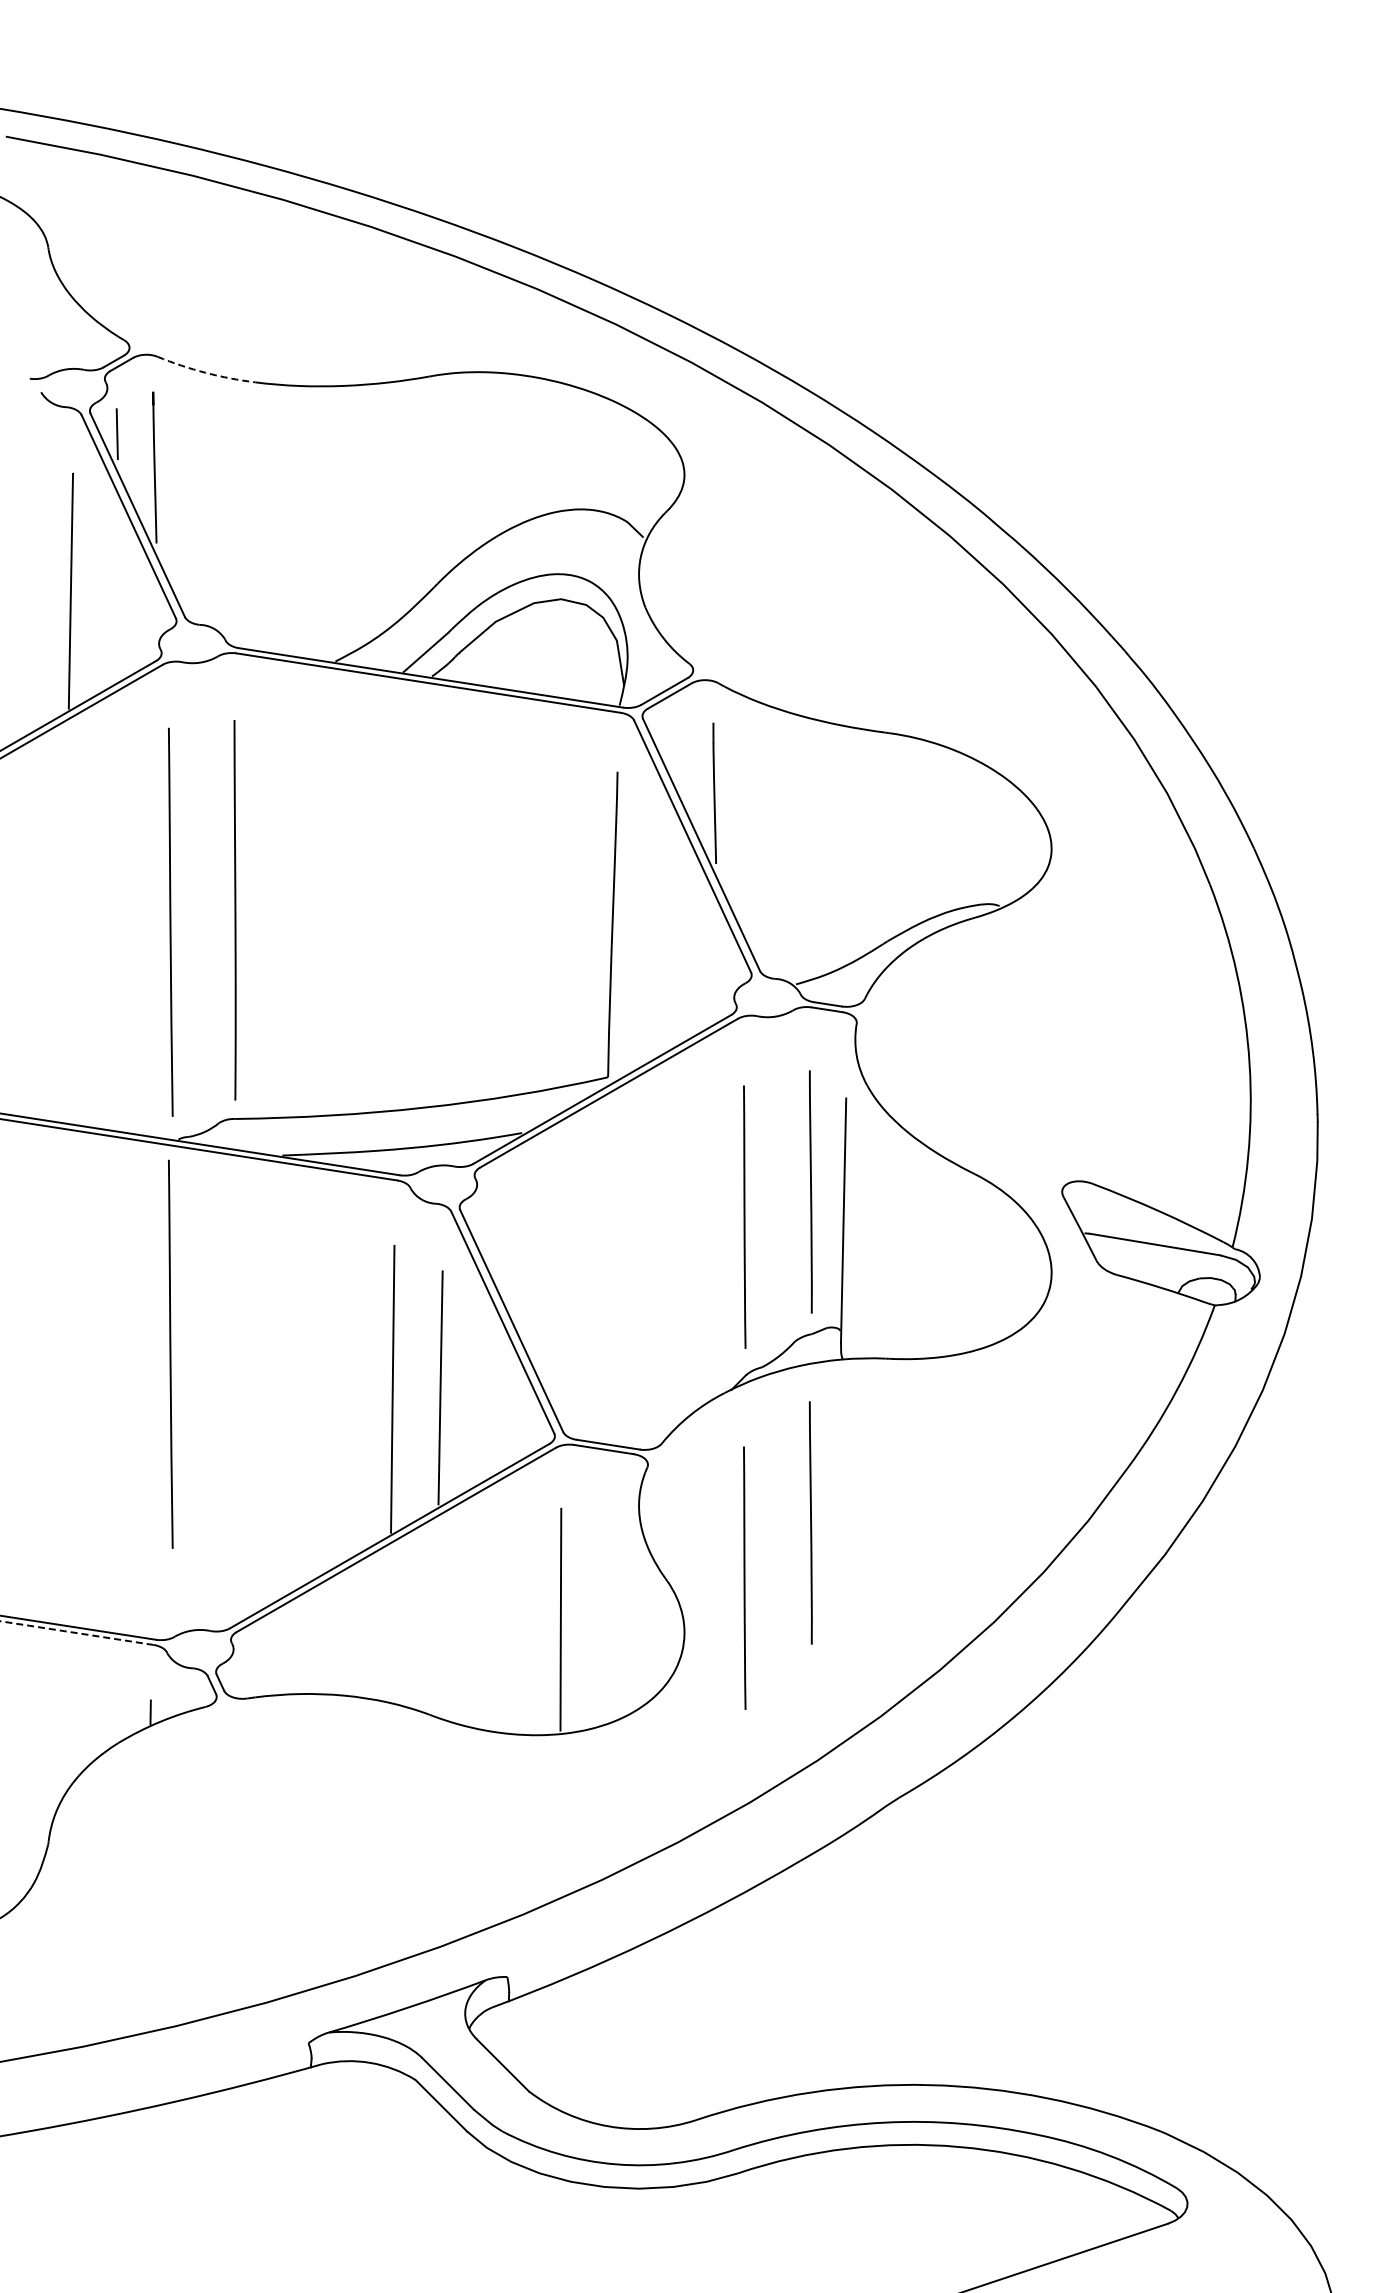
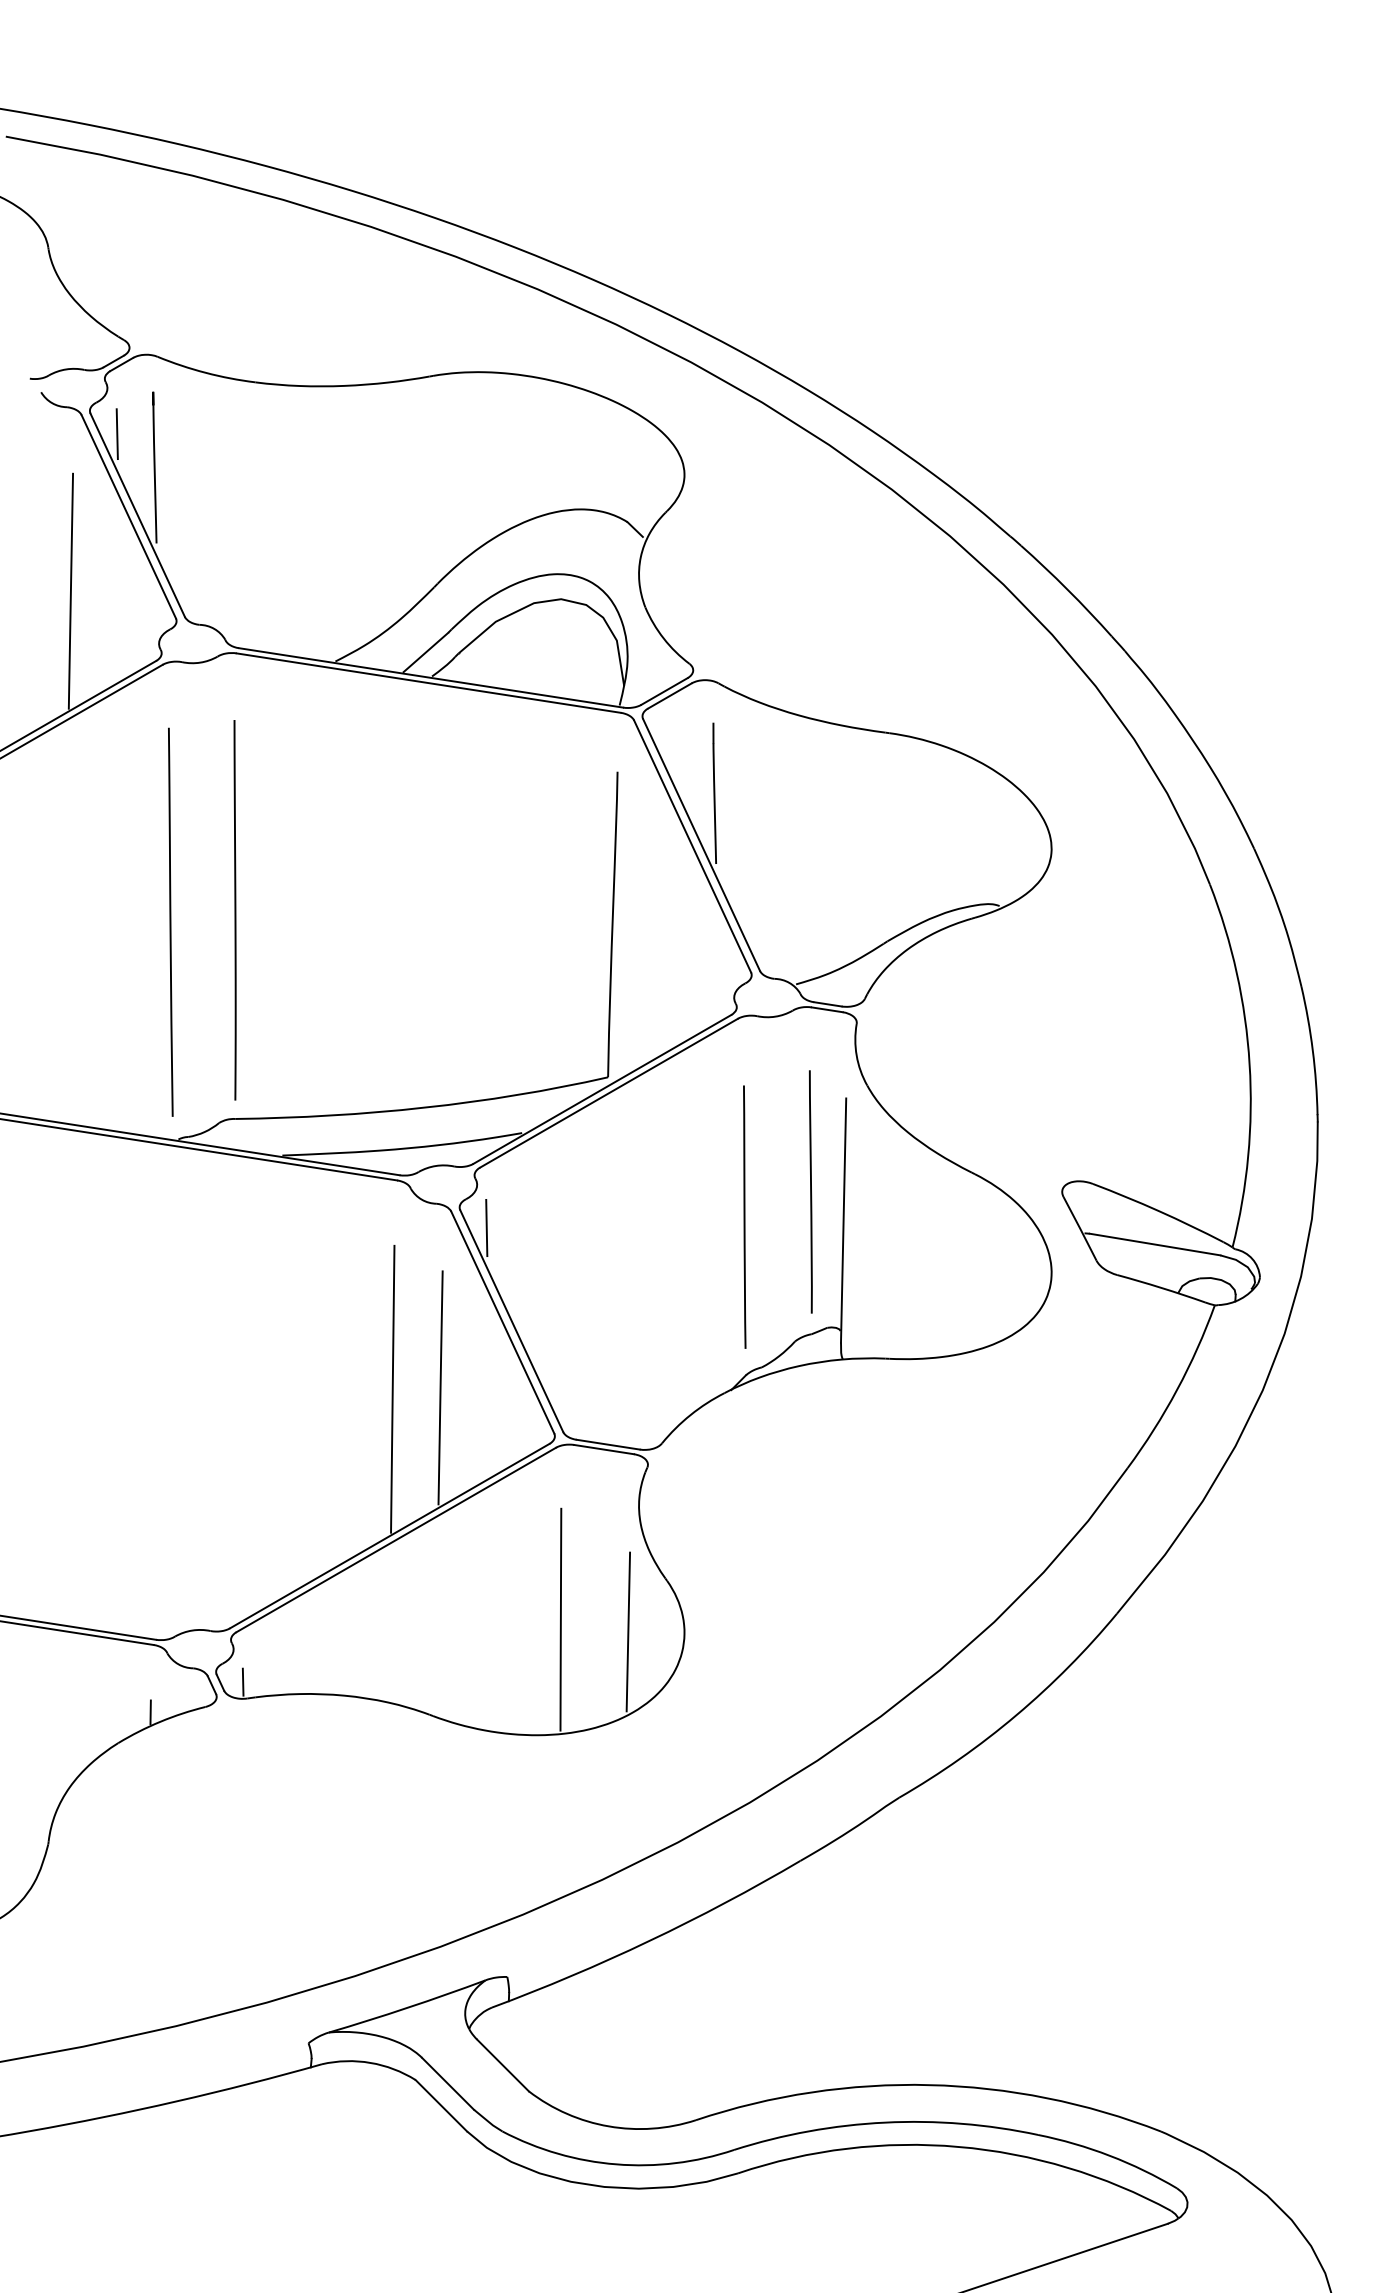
arc at (205, 372): dashed -> solid
line at (486, 1227): none -> present
line at (170, 1353): present -> none
line at (810, 1522): present -> none
line at (744, 1577): present -> none
line at (628, 1631): none -> present
line at (76, 1633): dashed -> solid
line at (242, 1681): none -> present
